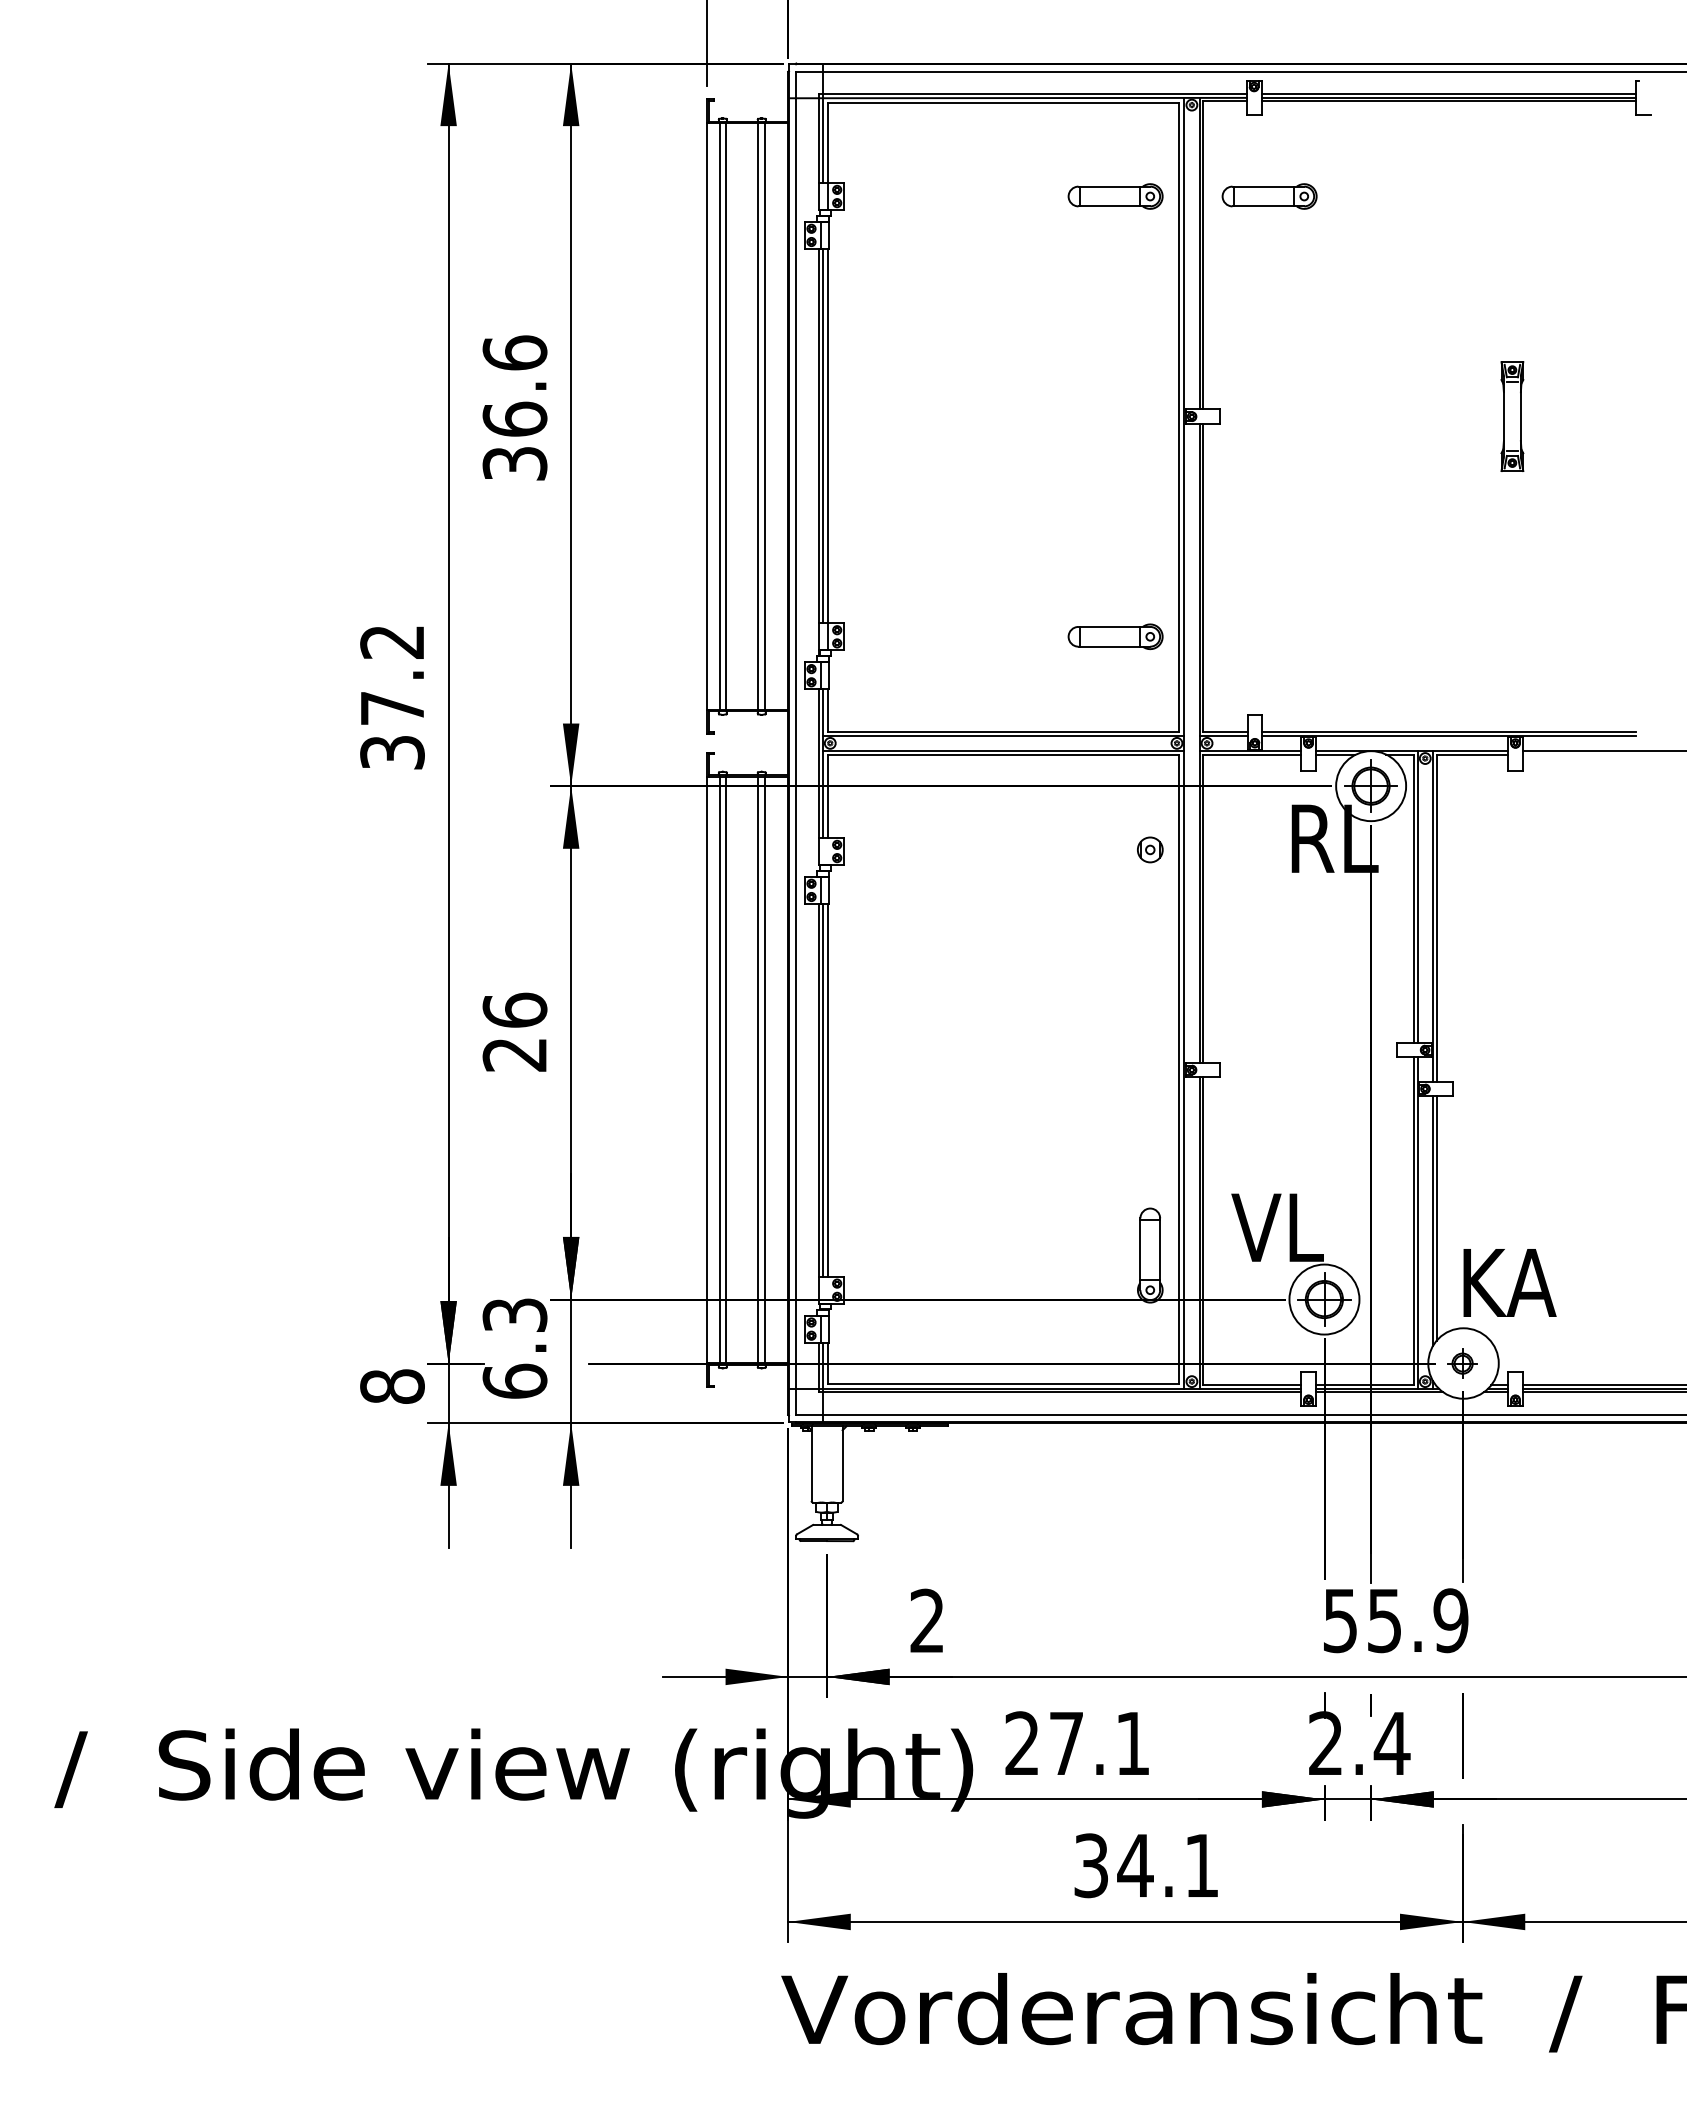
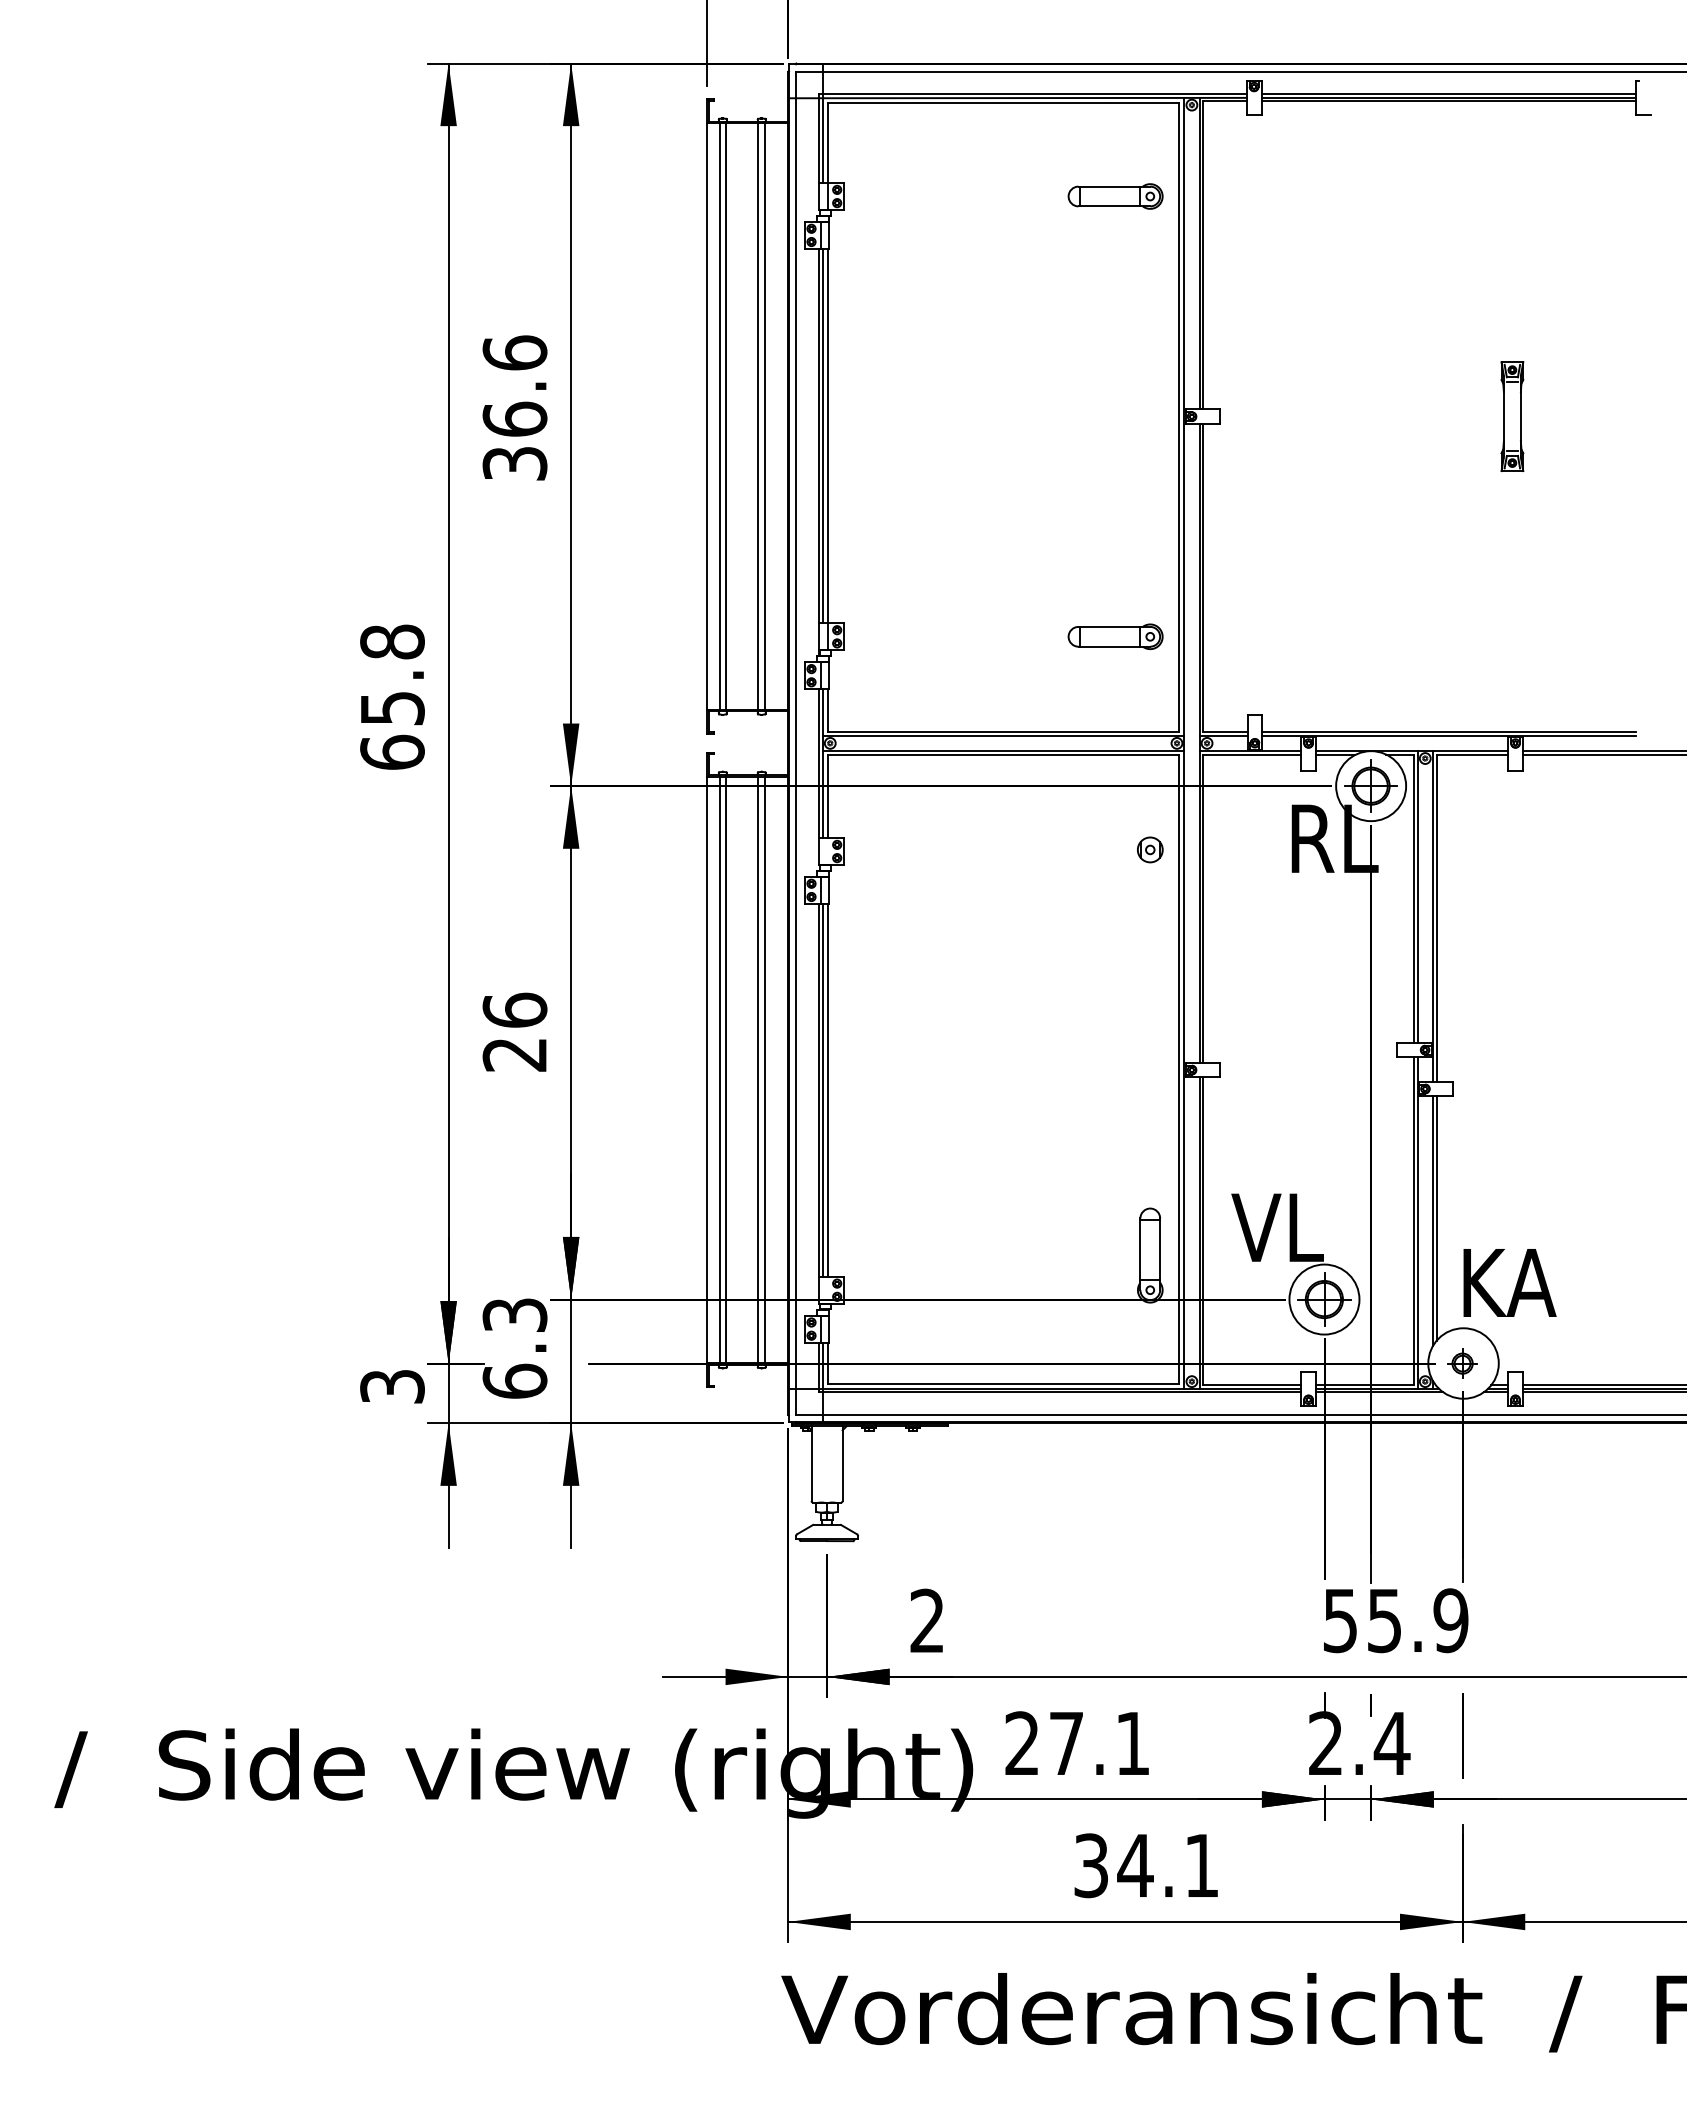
part at (1269, 196): present -> none
text at (392, 696): 37.2 -> 65.8
line at (1602, 754): none -> present
text at (392, 1386): 8 -> 3
